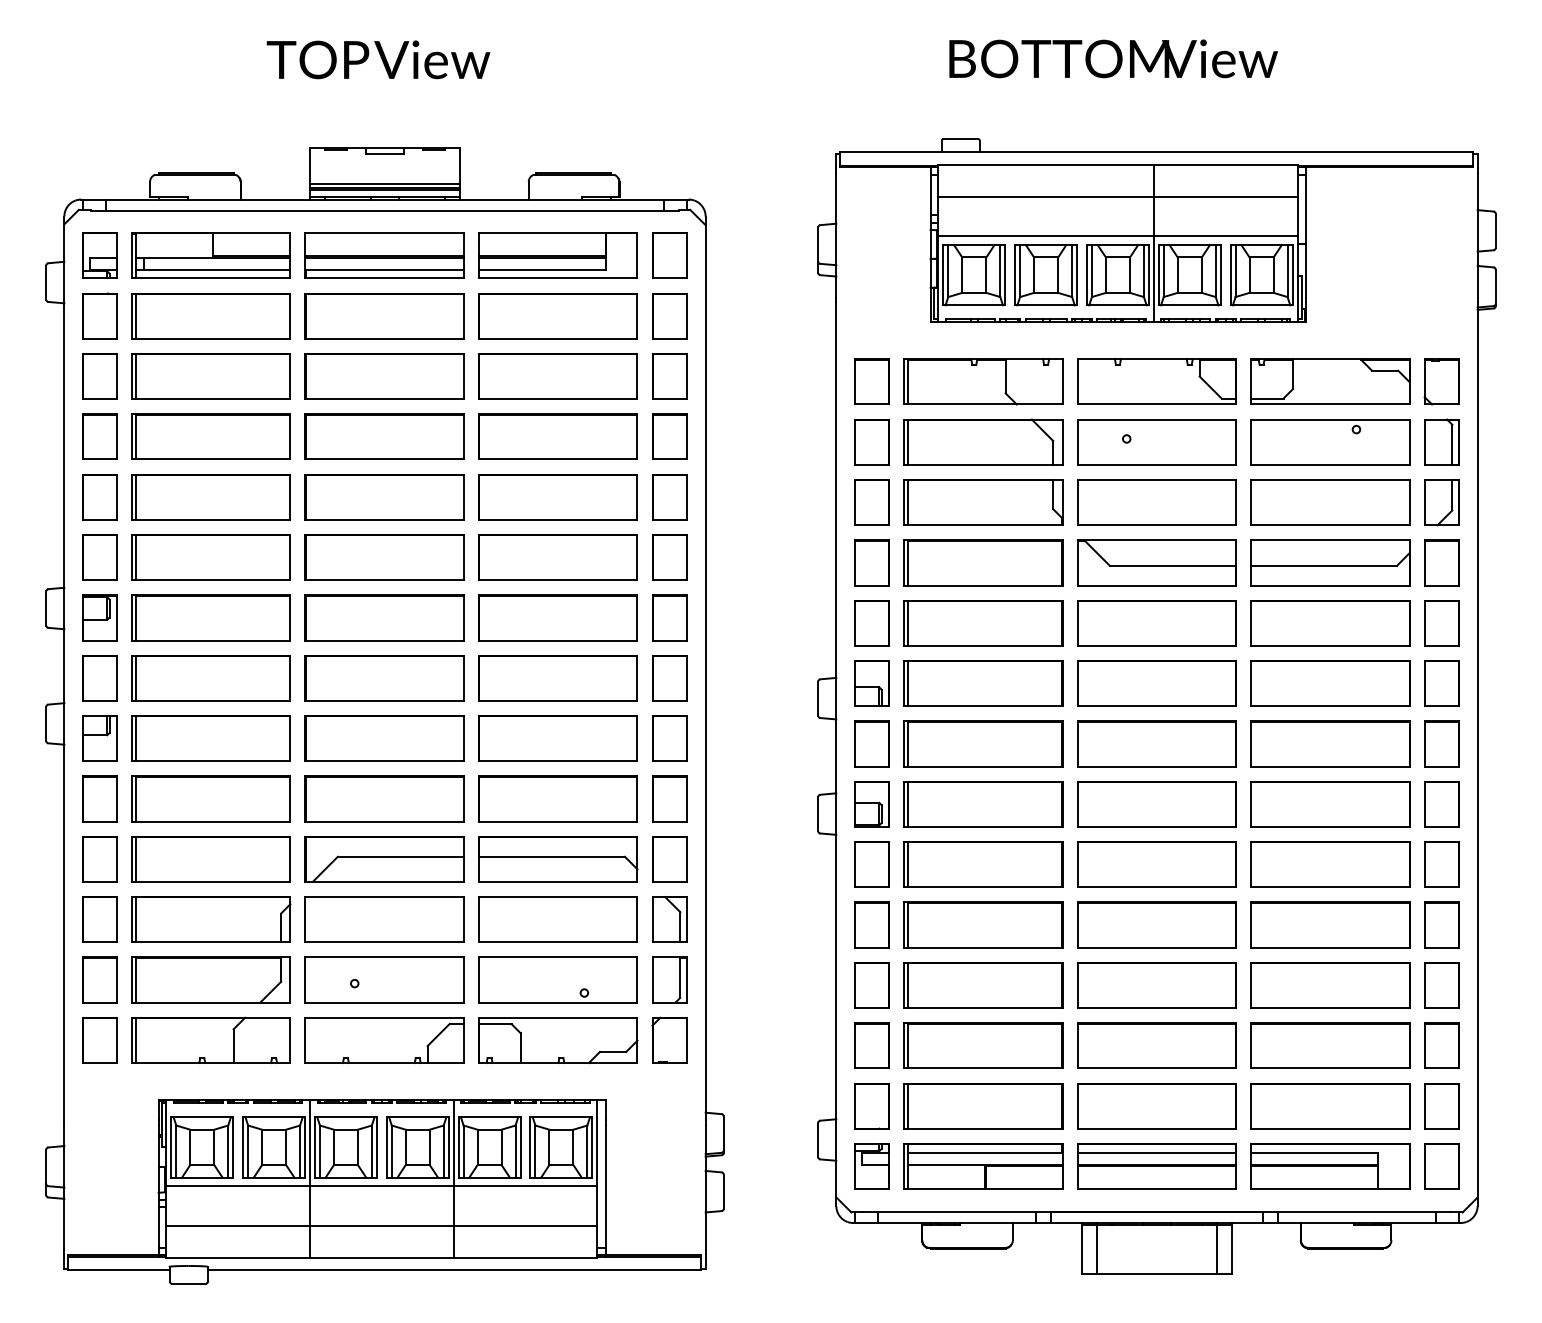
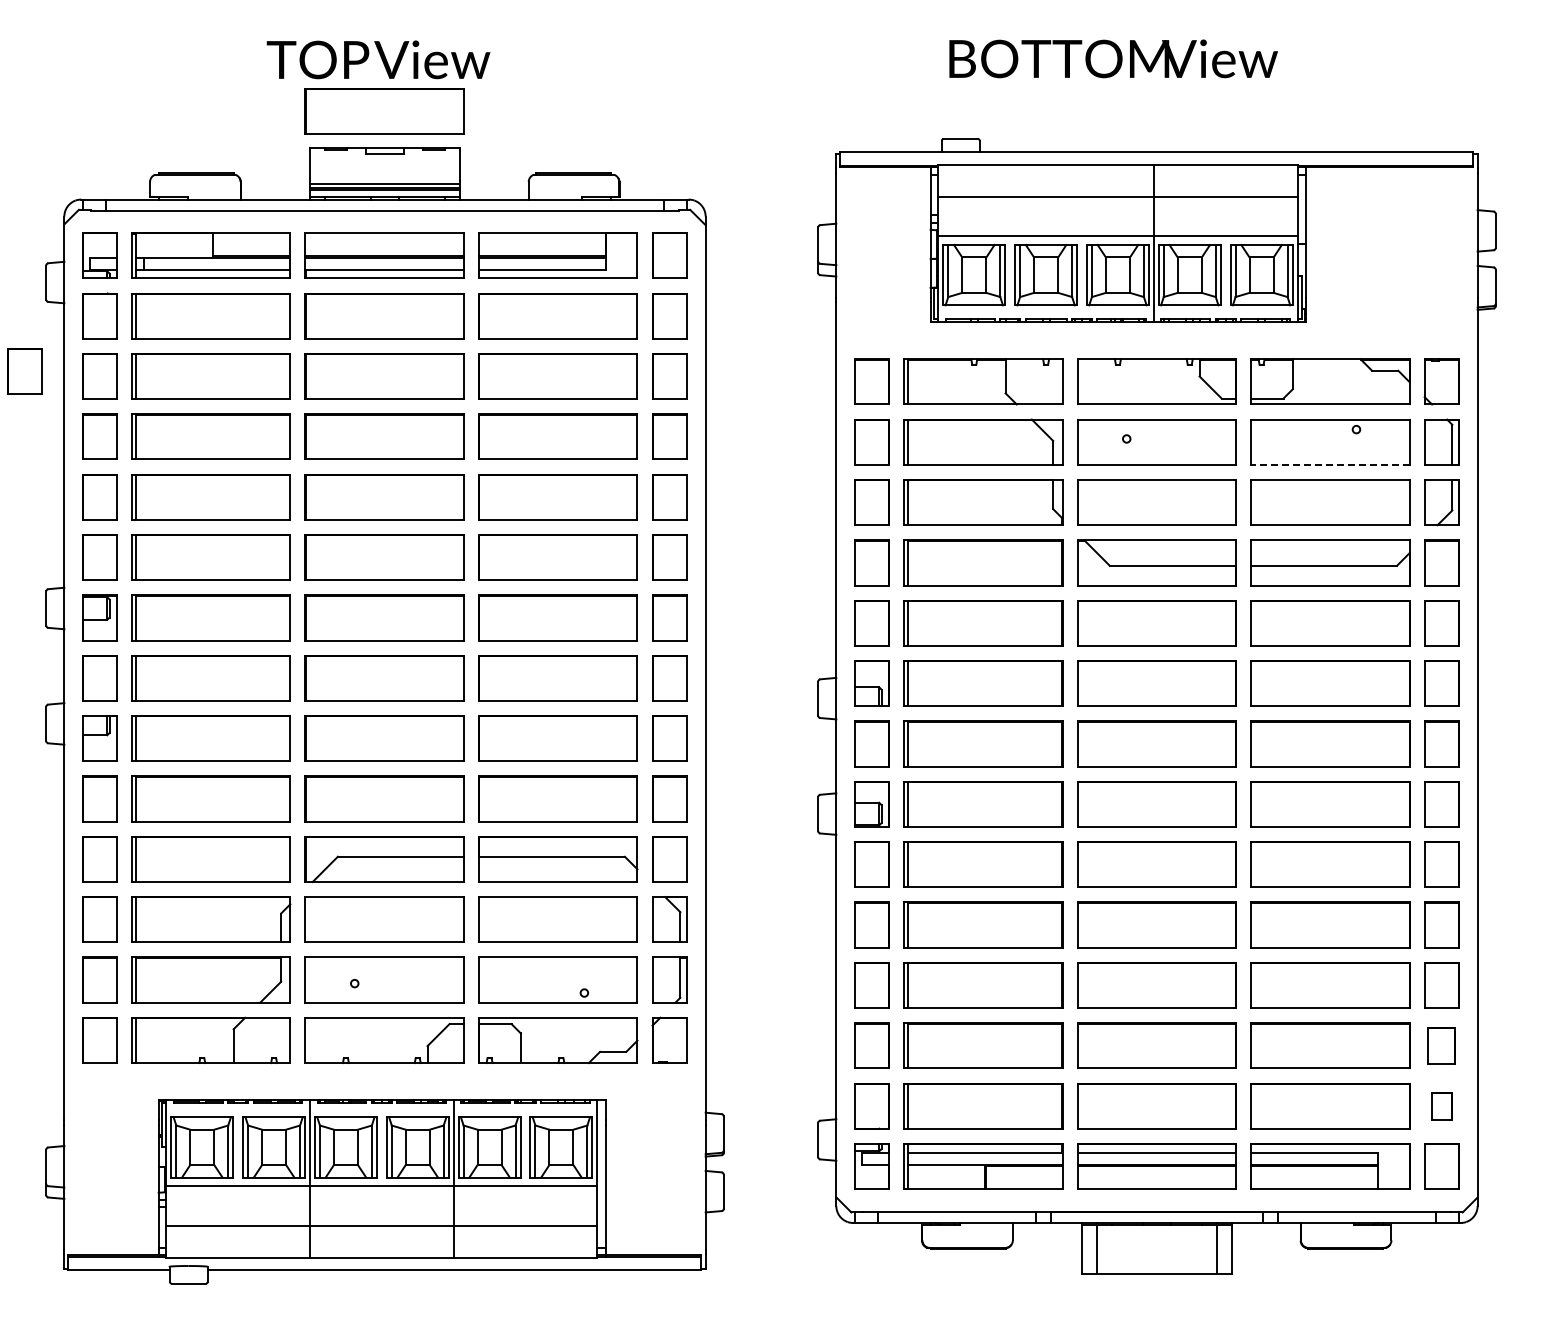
part at (384, 111): none -> present
part at (24, 371): none -> present
line at (1329, 464): solid -> dashed
part at (1441, 1045) size: 36x47 px -> 29x38 px
part at (1441, 1106) size: 36x47 px -> 22x29 px
